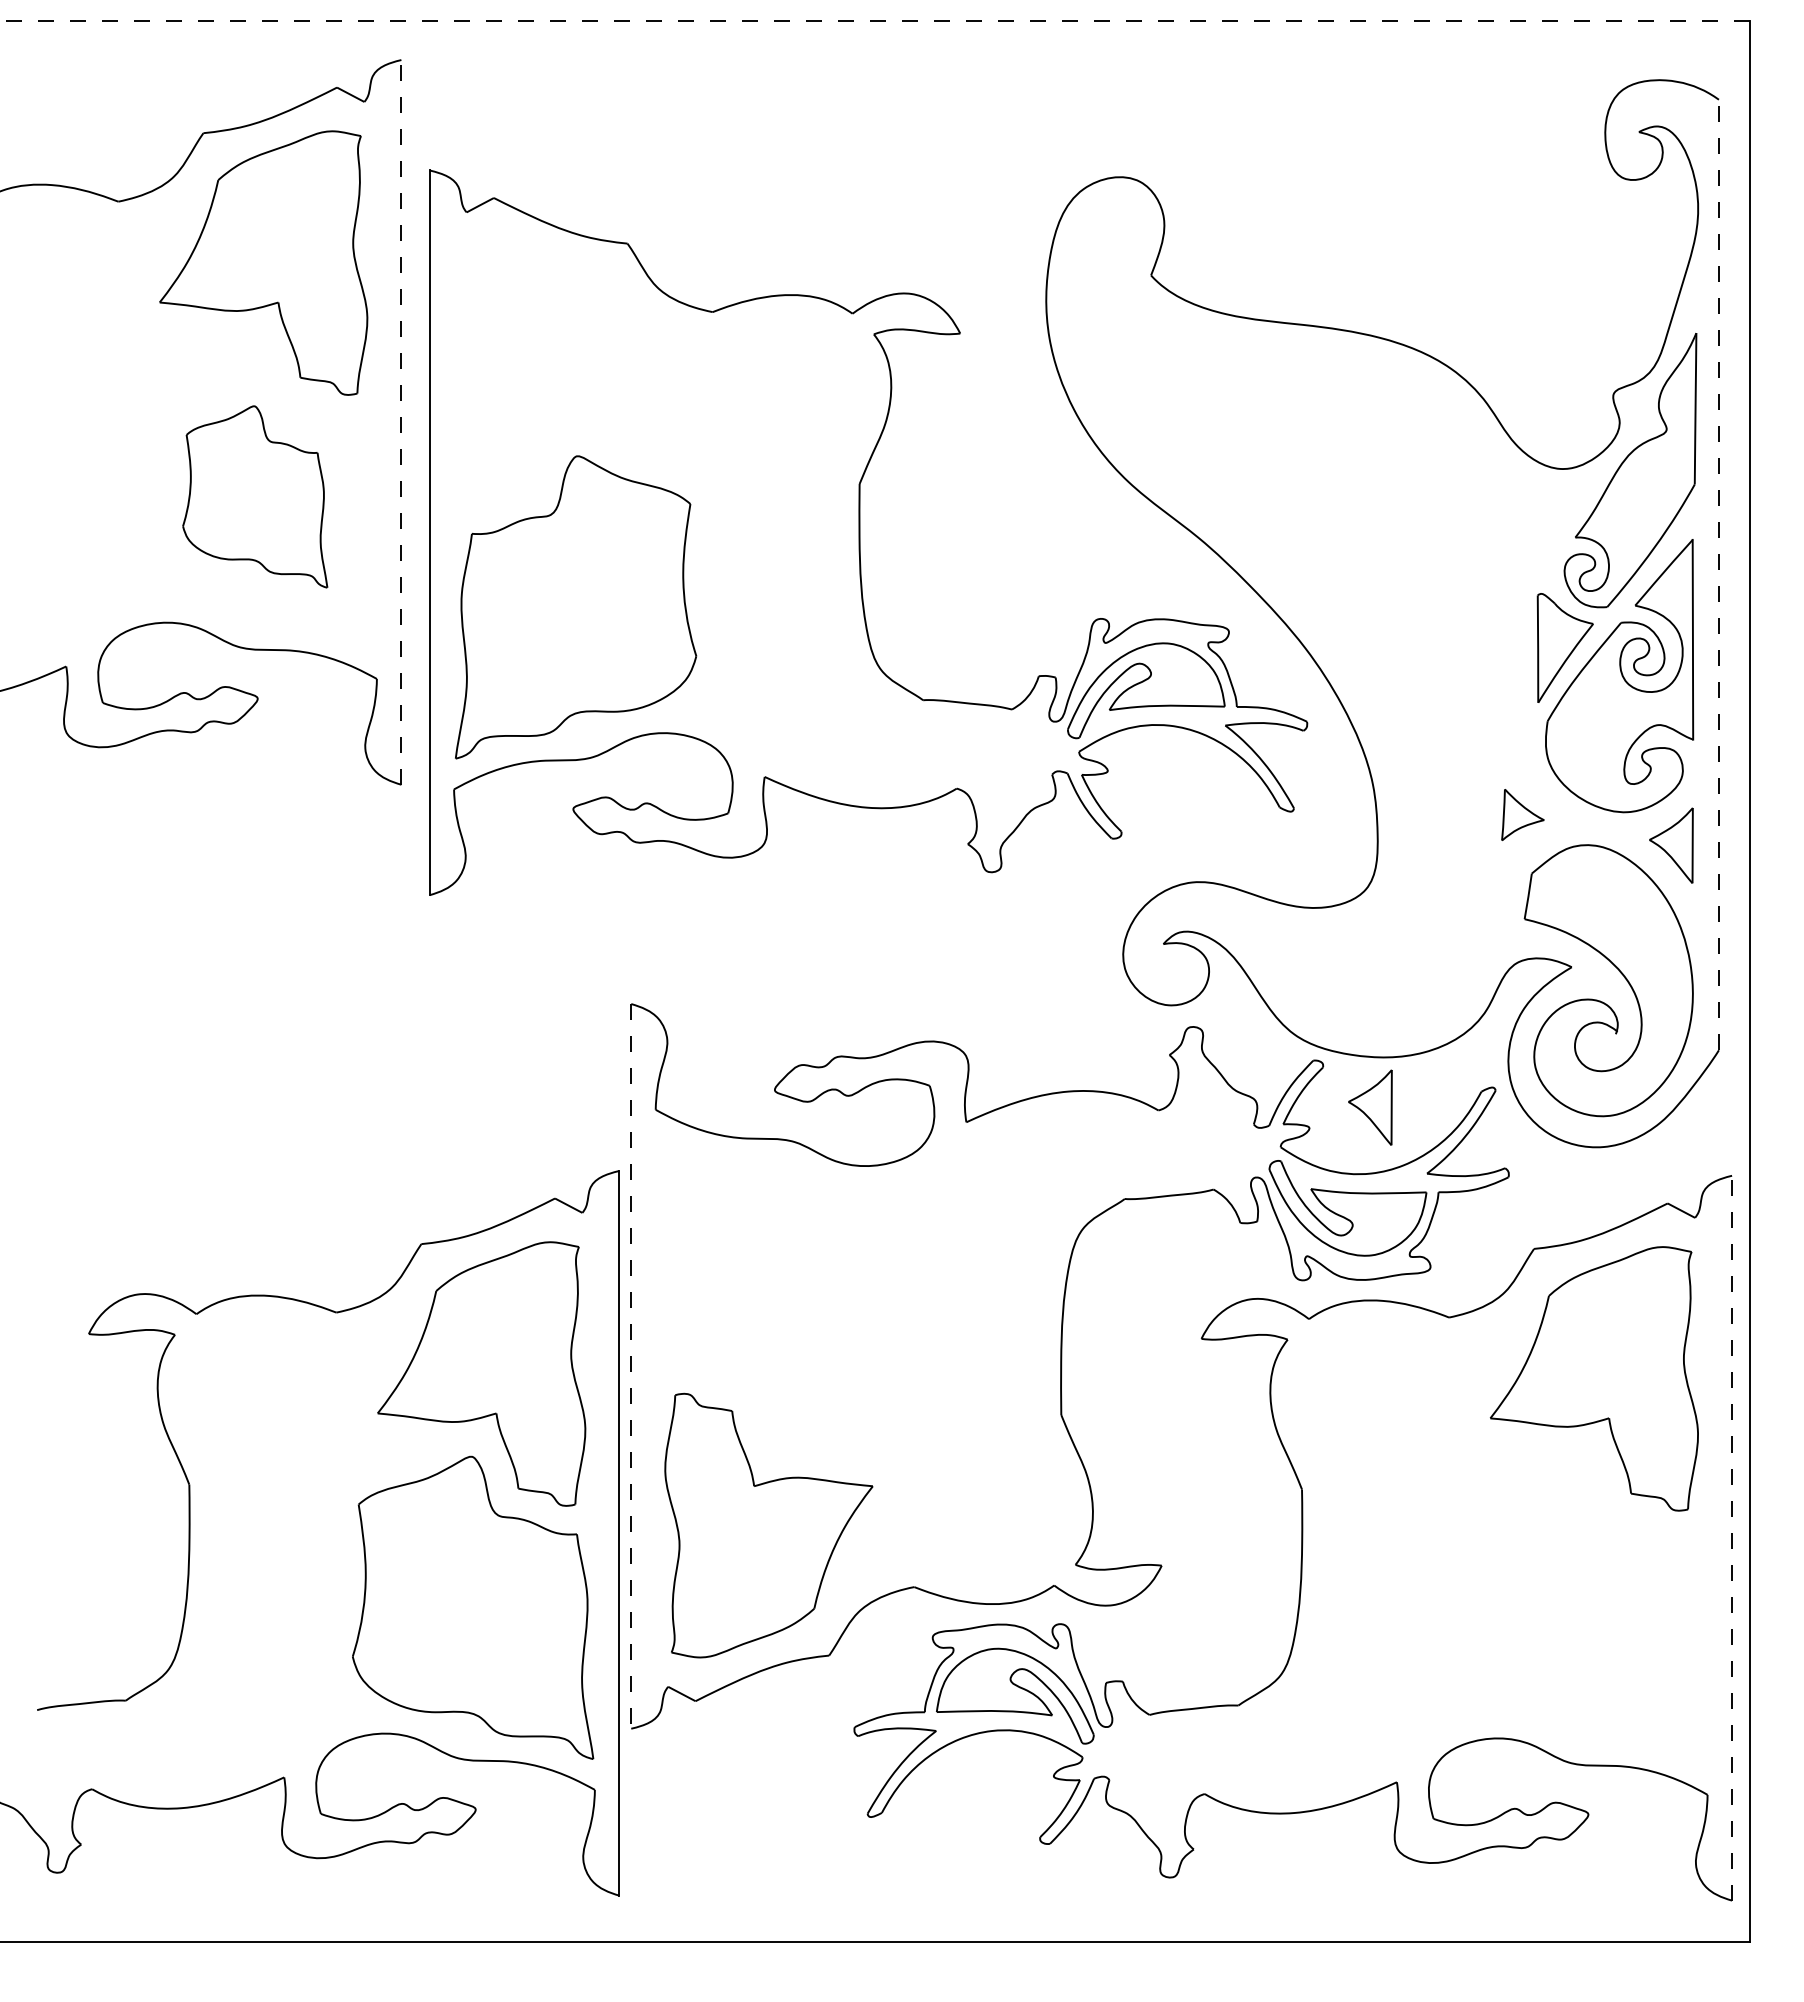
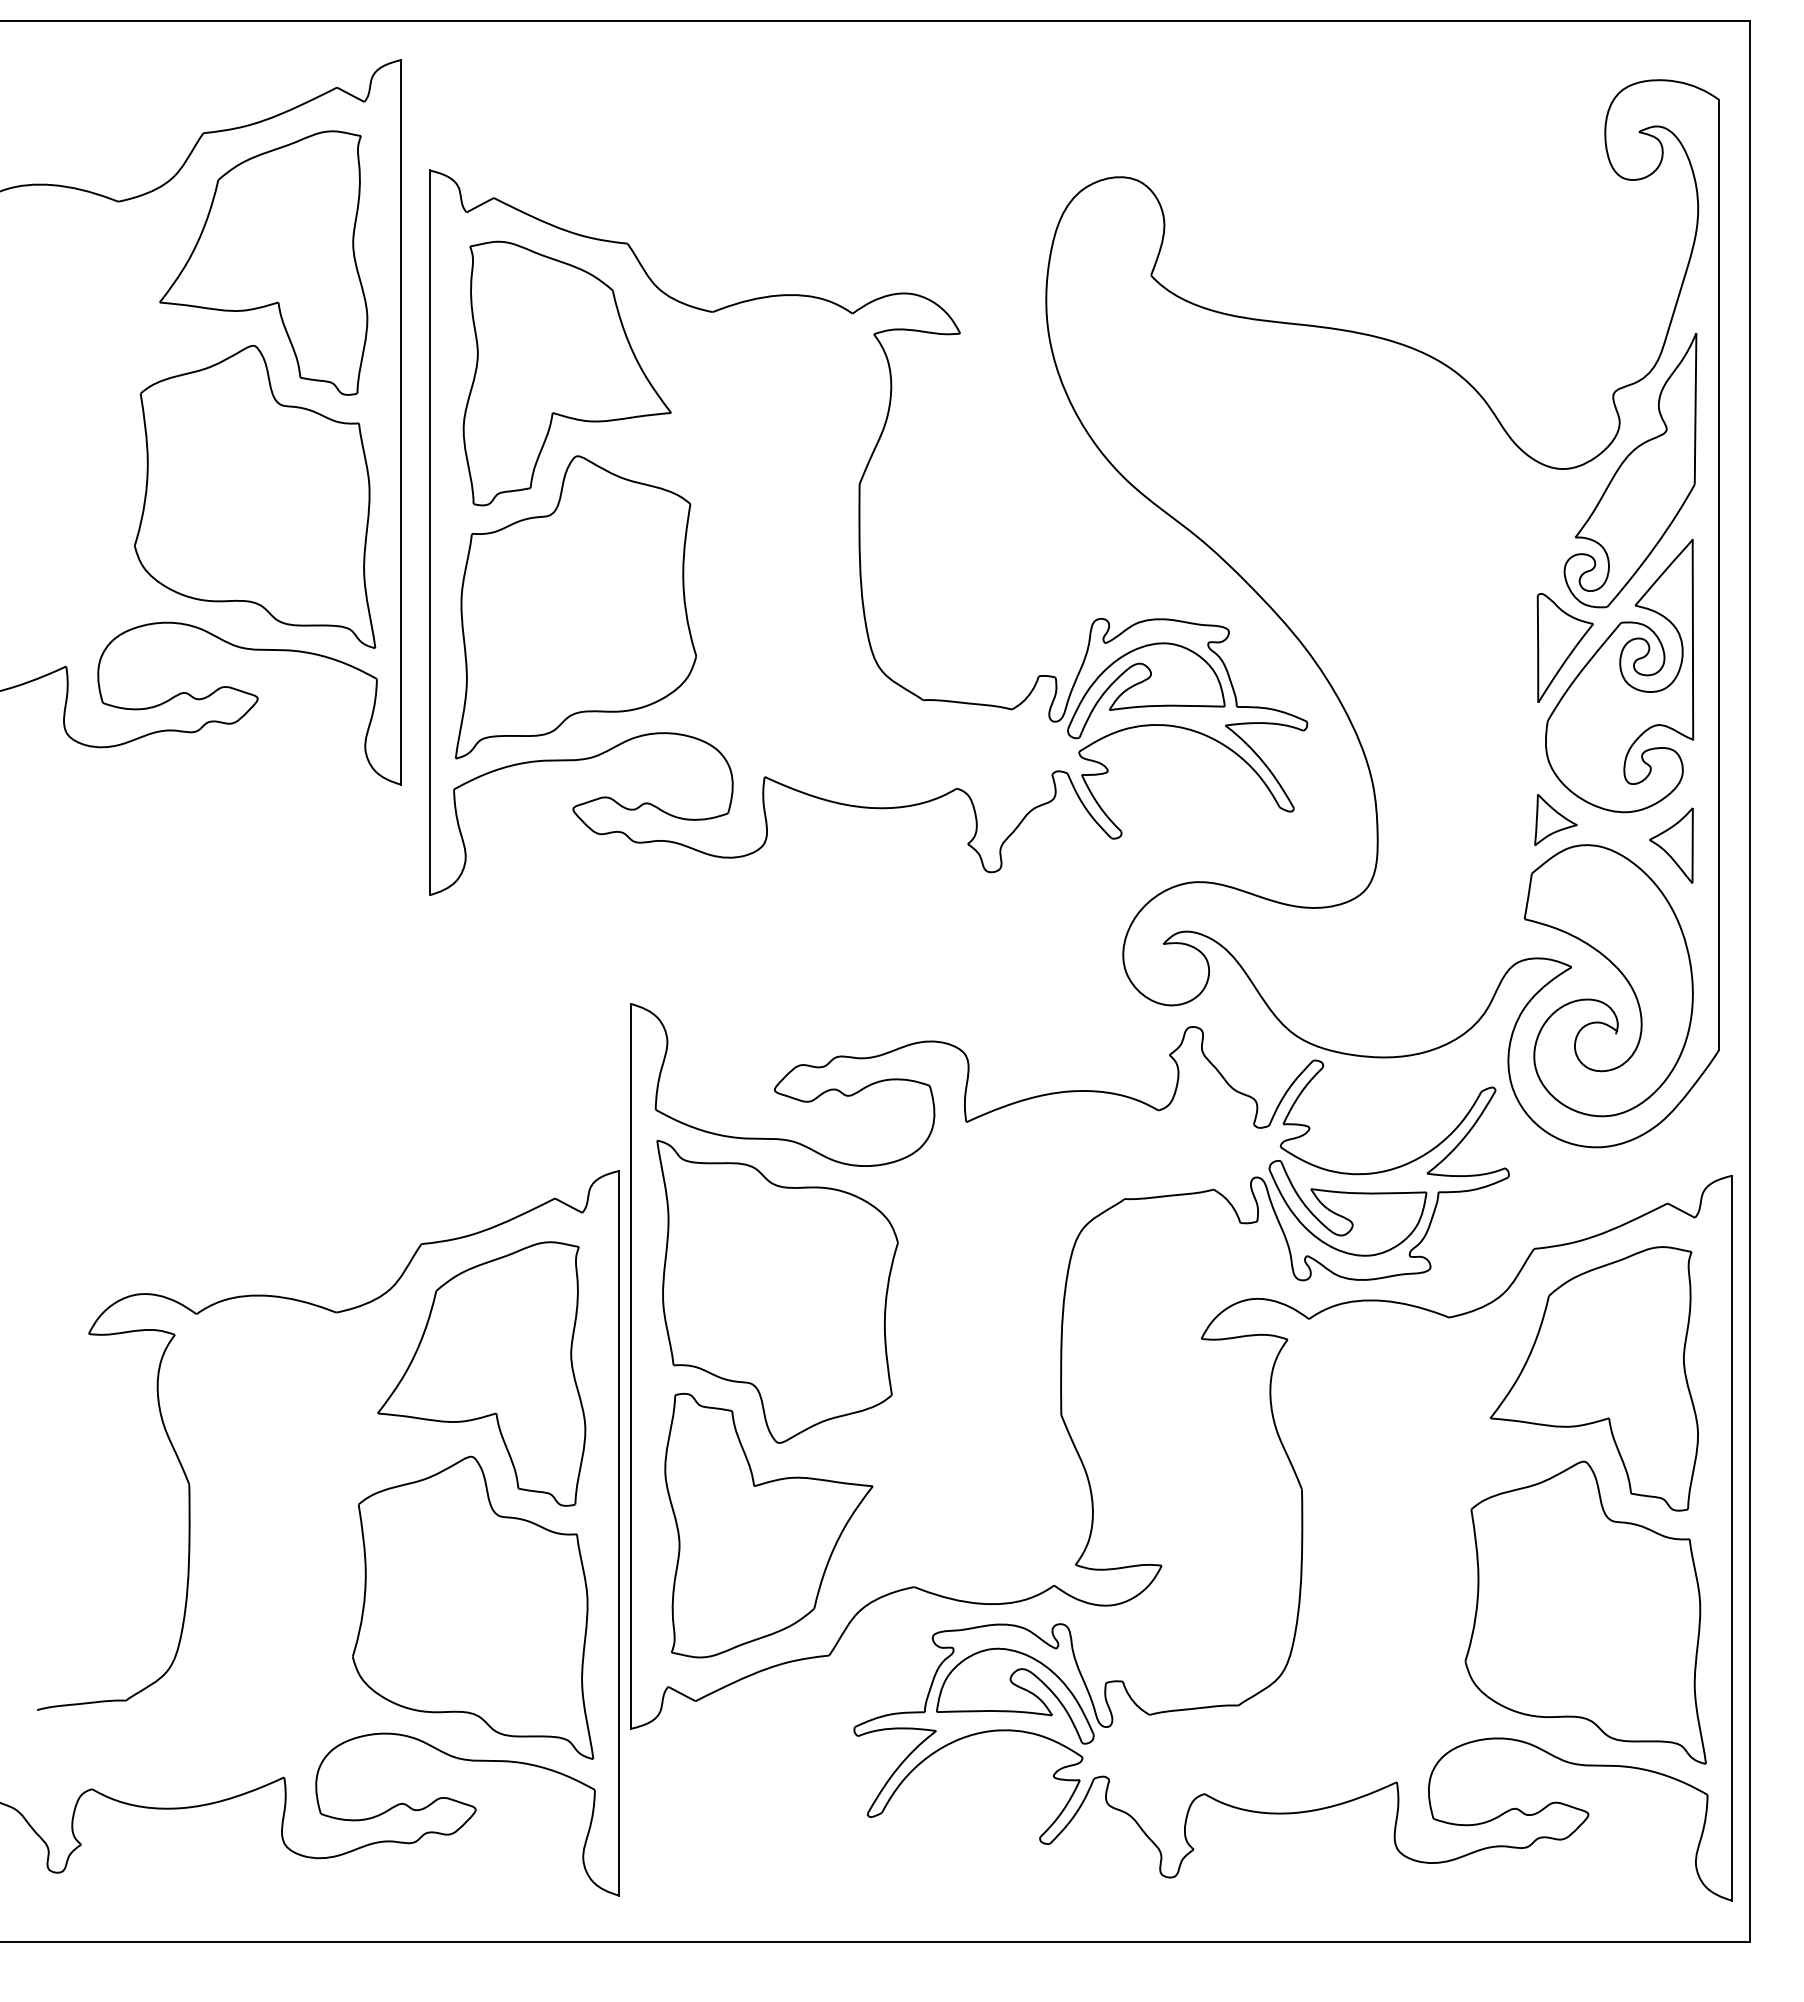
line at (875, 21): dashed -> solid
part at (566, 373): none -> present
line at (401, 421): dashed -> solid
part at (255, 496) size: 147x184 px -> 243x304 px
line at (1718, 574): dashed -> solid
part at (1522, 814) position: (1522, 814) -> (1555, 819)
part at (1370, 1107): present -> none
part at (777, 1291): none -> present
line at (631, 1366): dashed -> solid
line at (1732, 1537): dashed -> solid
part at (1585, 1612): none -> present
